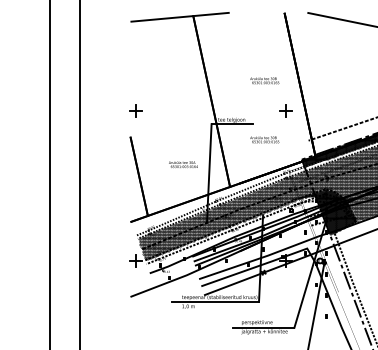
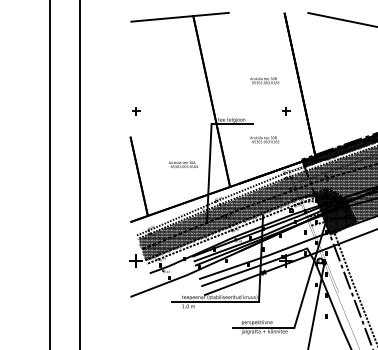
part at (135, 110) size: 14x14 px -> 9x9 px
part at (285, 110) size: 14x14 px -> 9x9 px
line at (341, 129): present -> none
